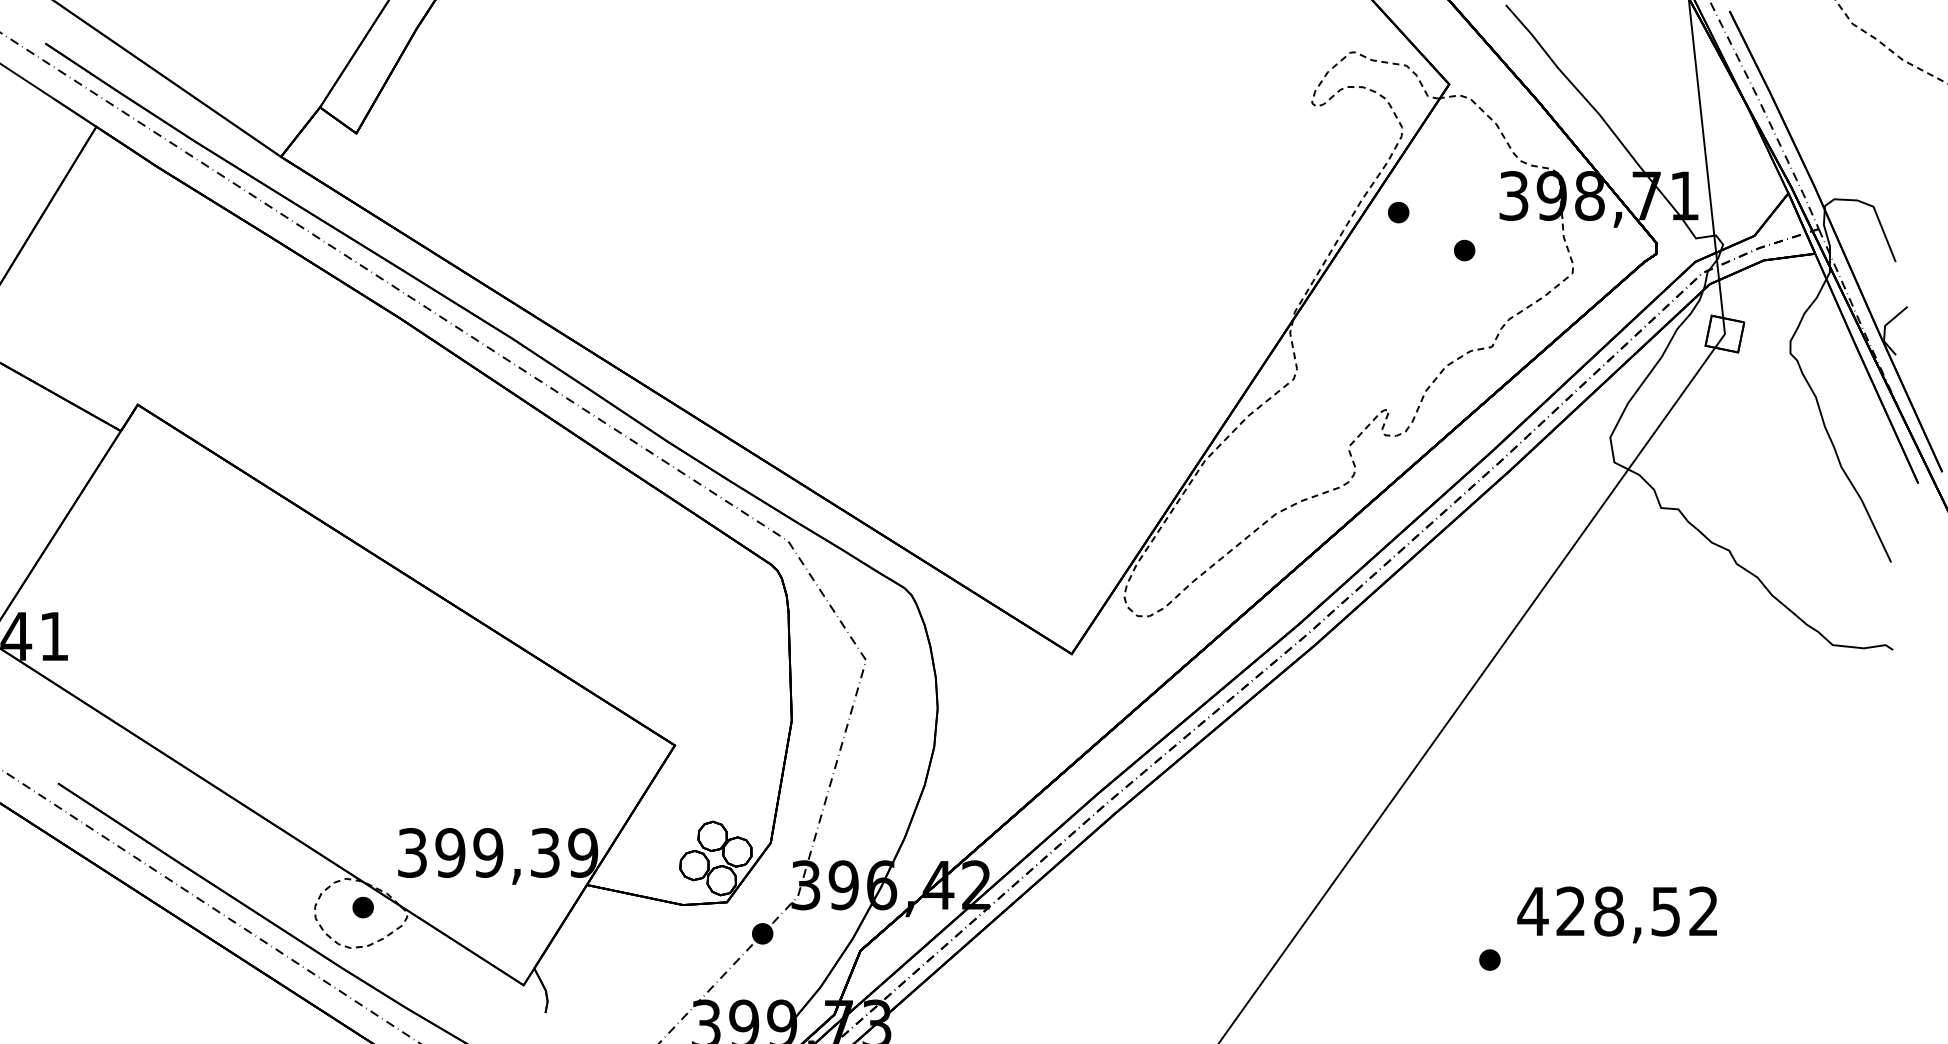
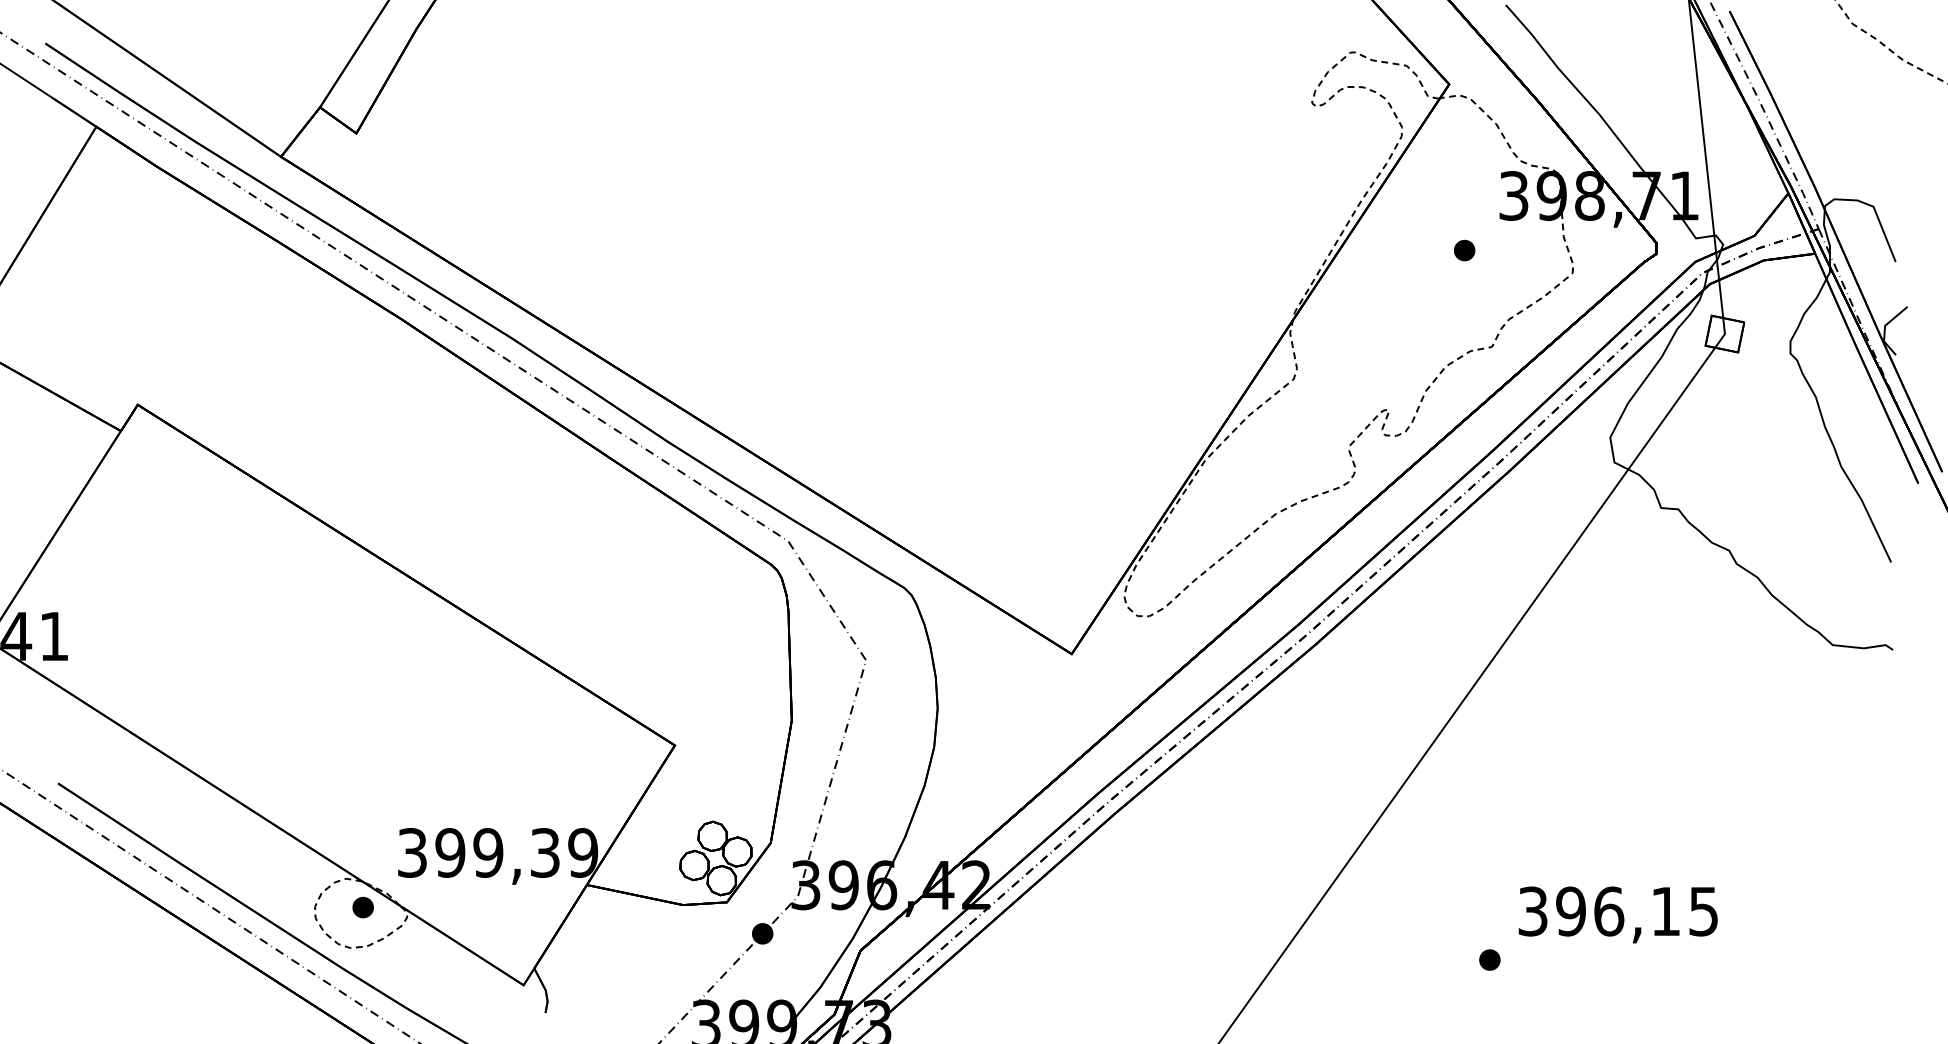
part at (1398, 212): present -> none
text at (1617, 911): 428,52 -> 396,15
